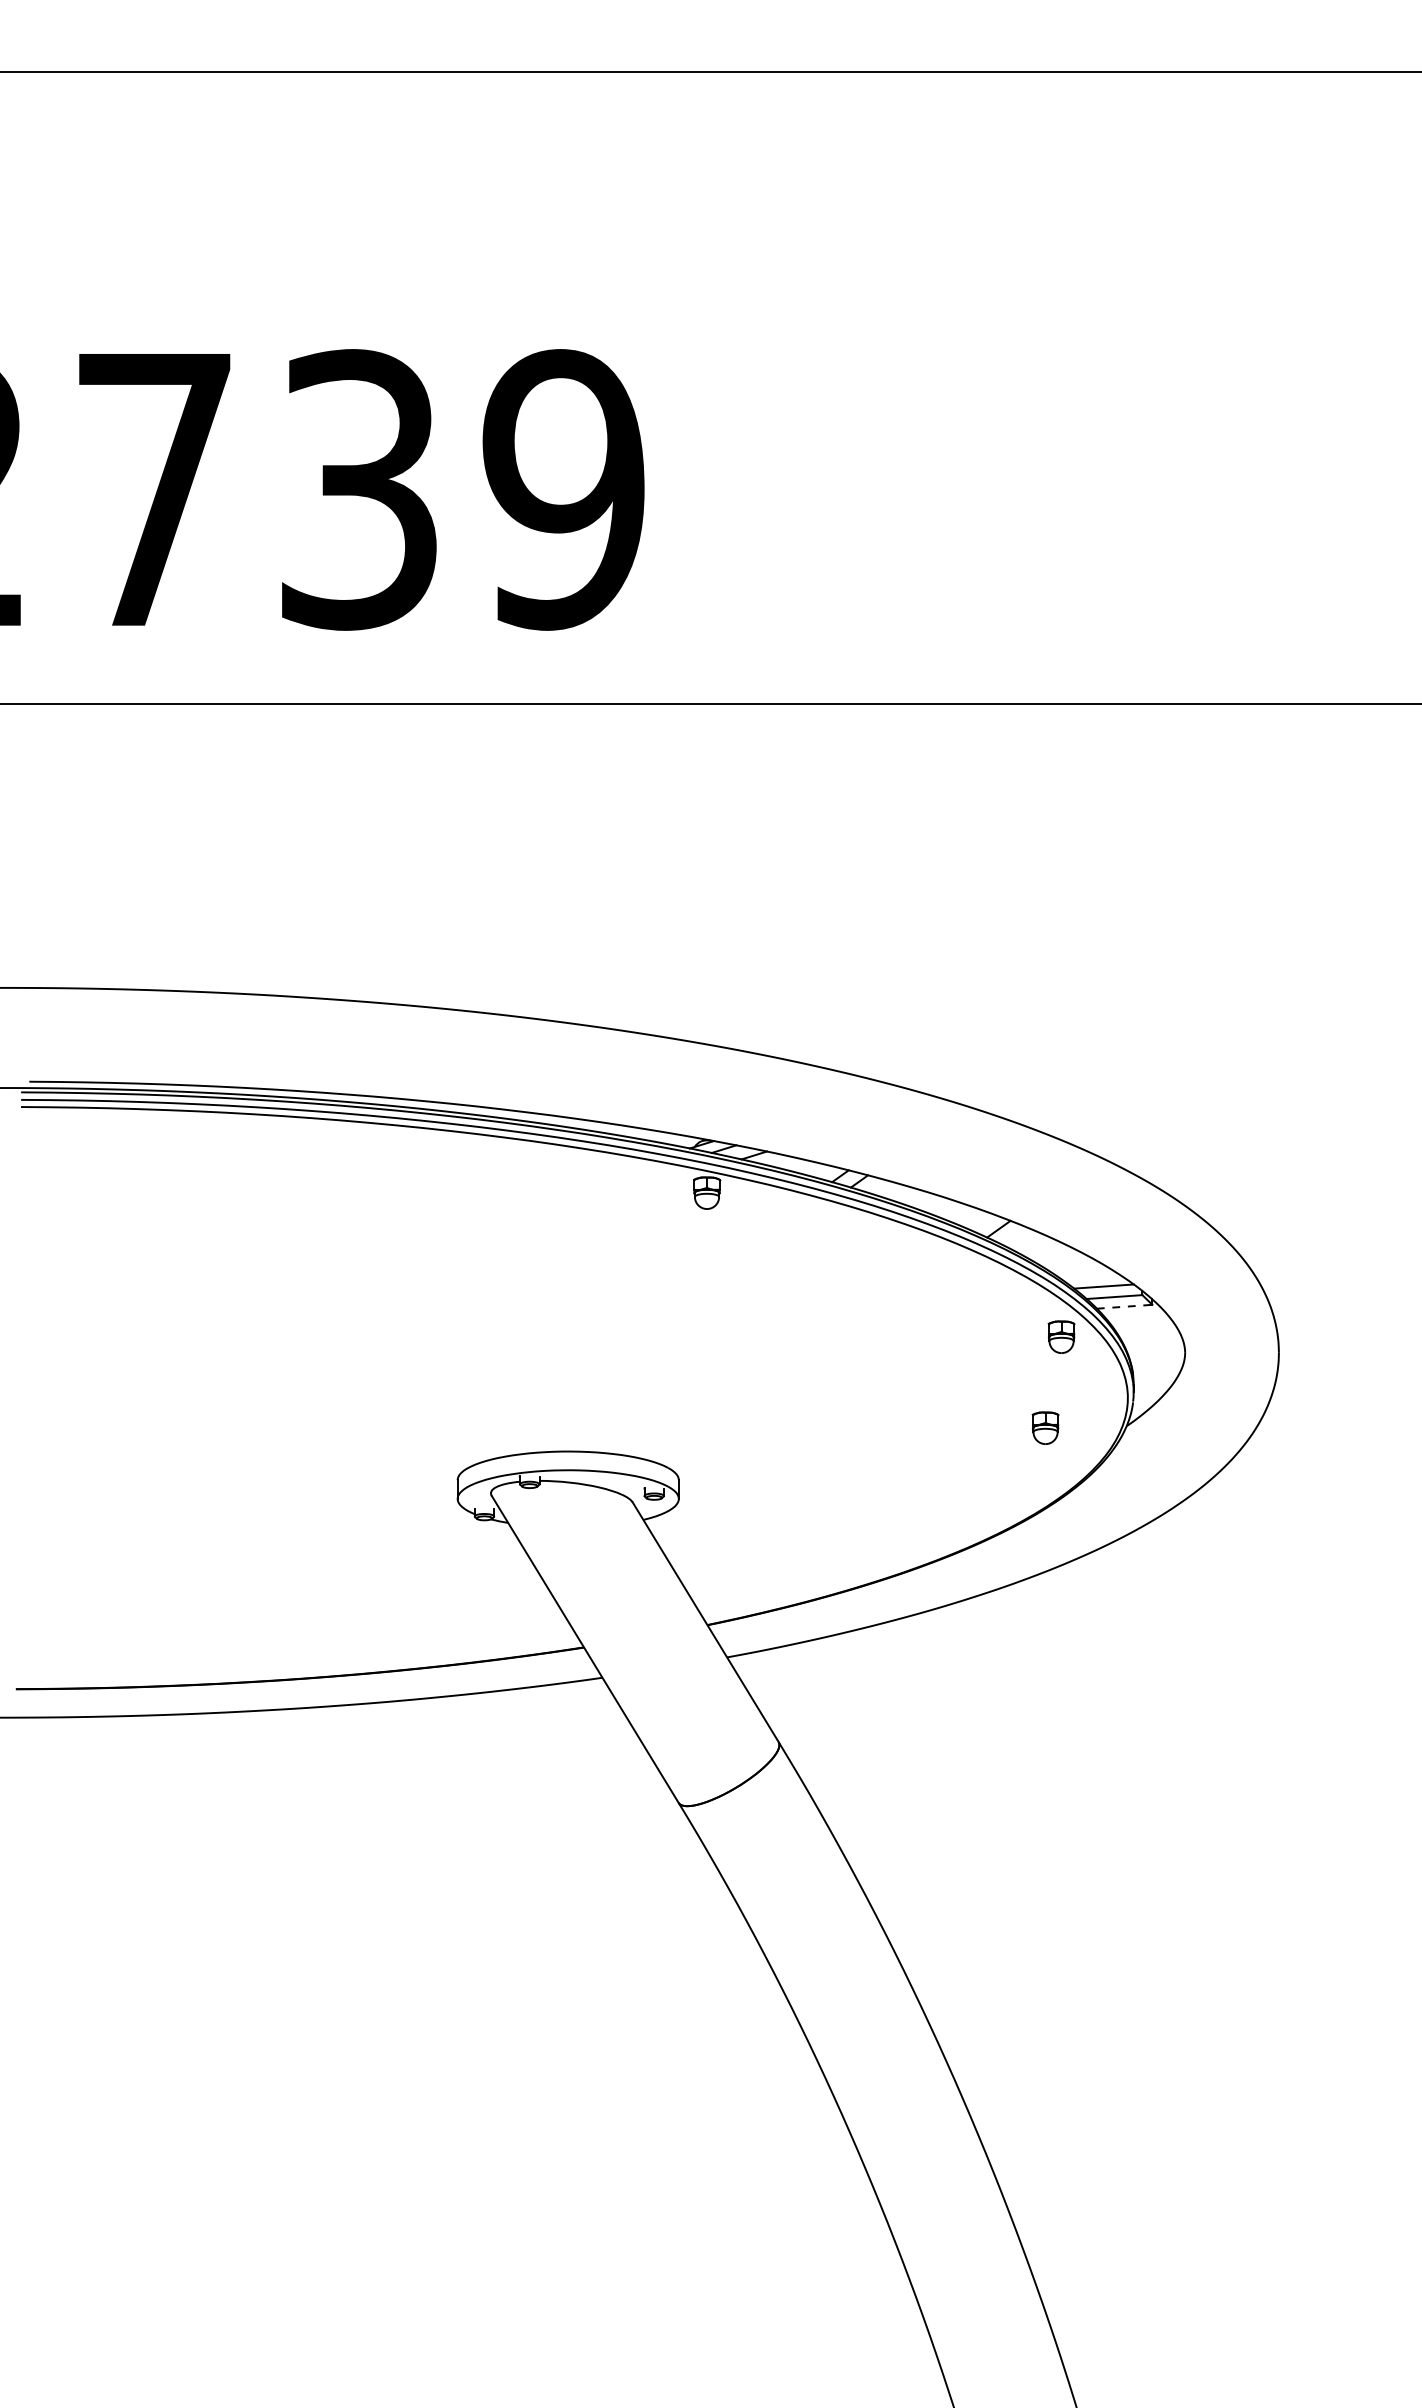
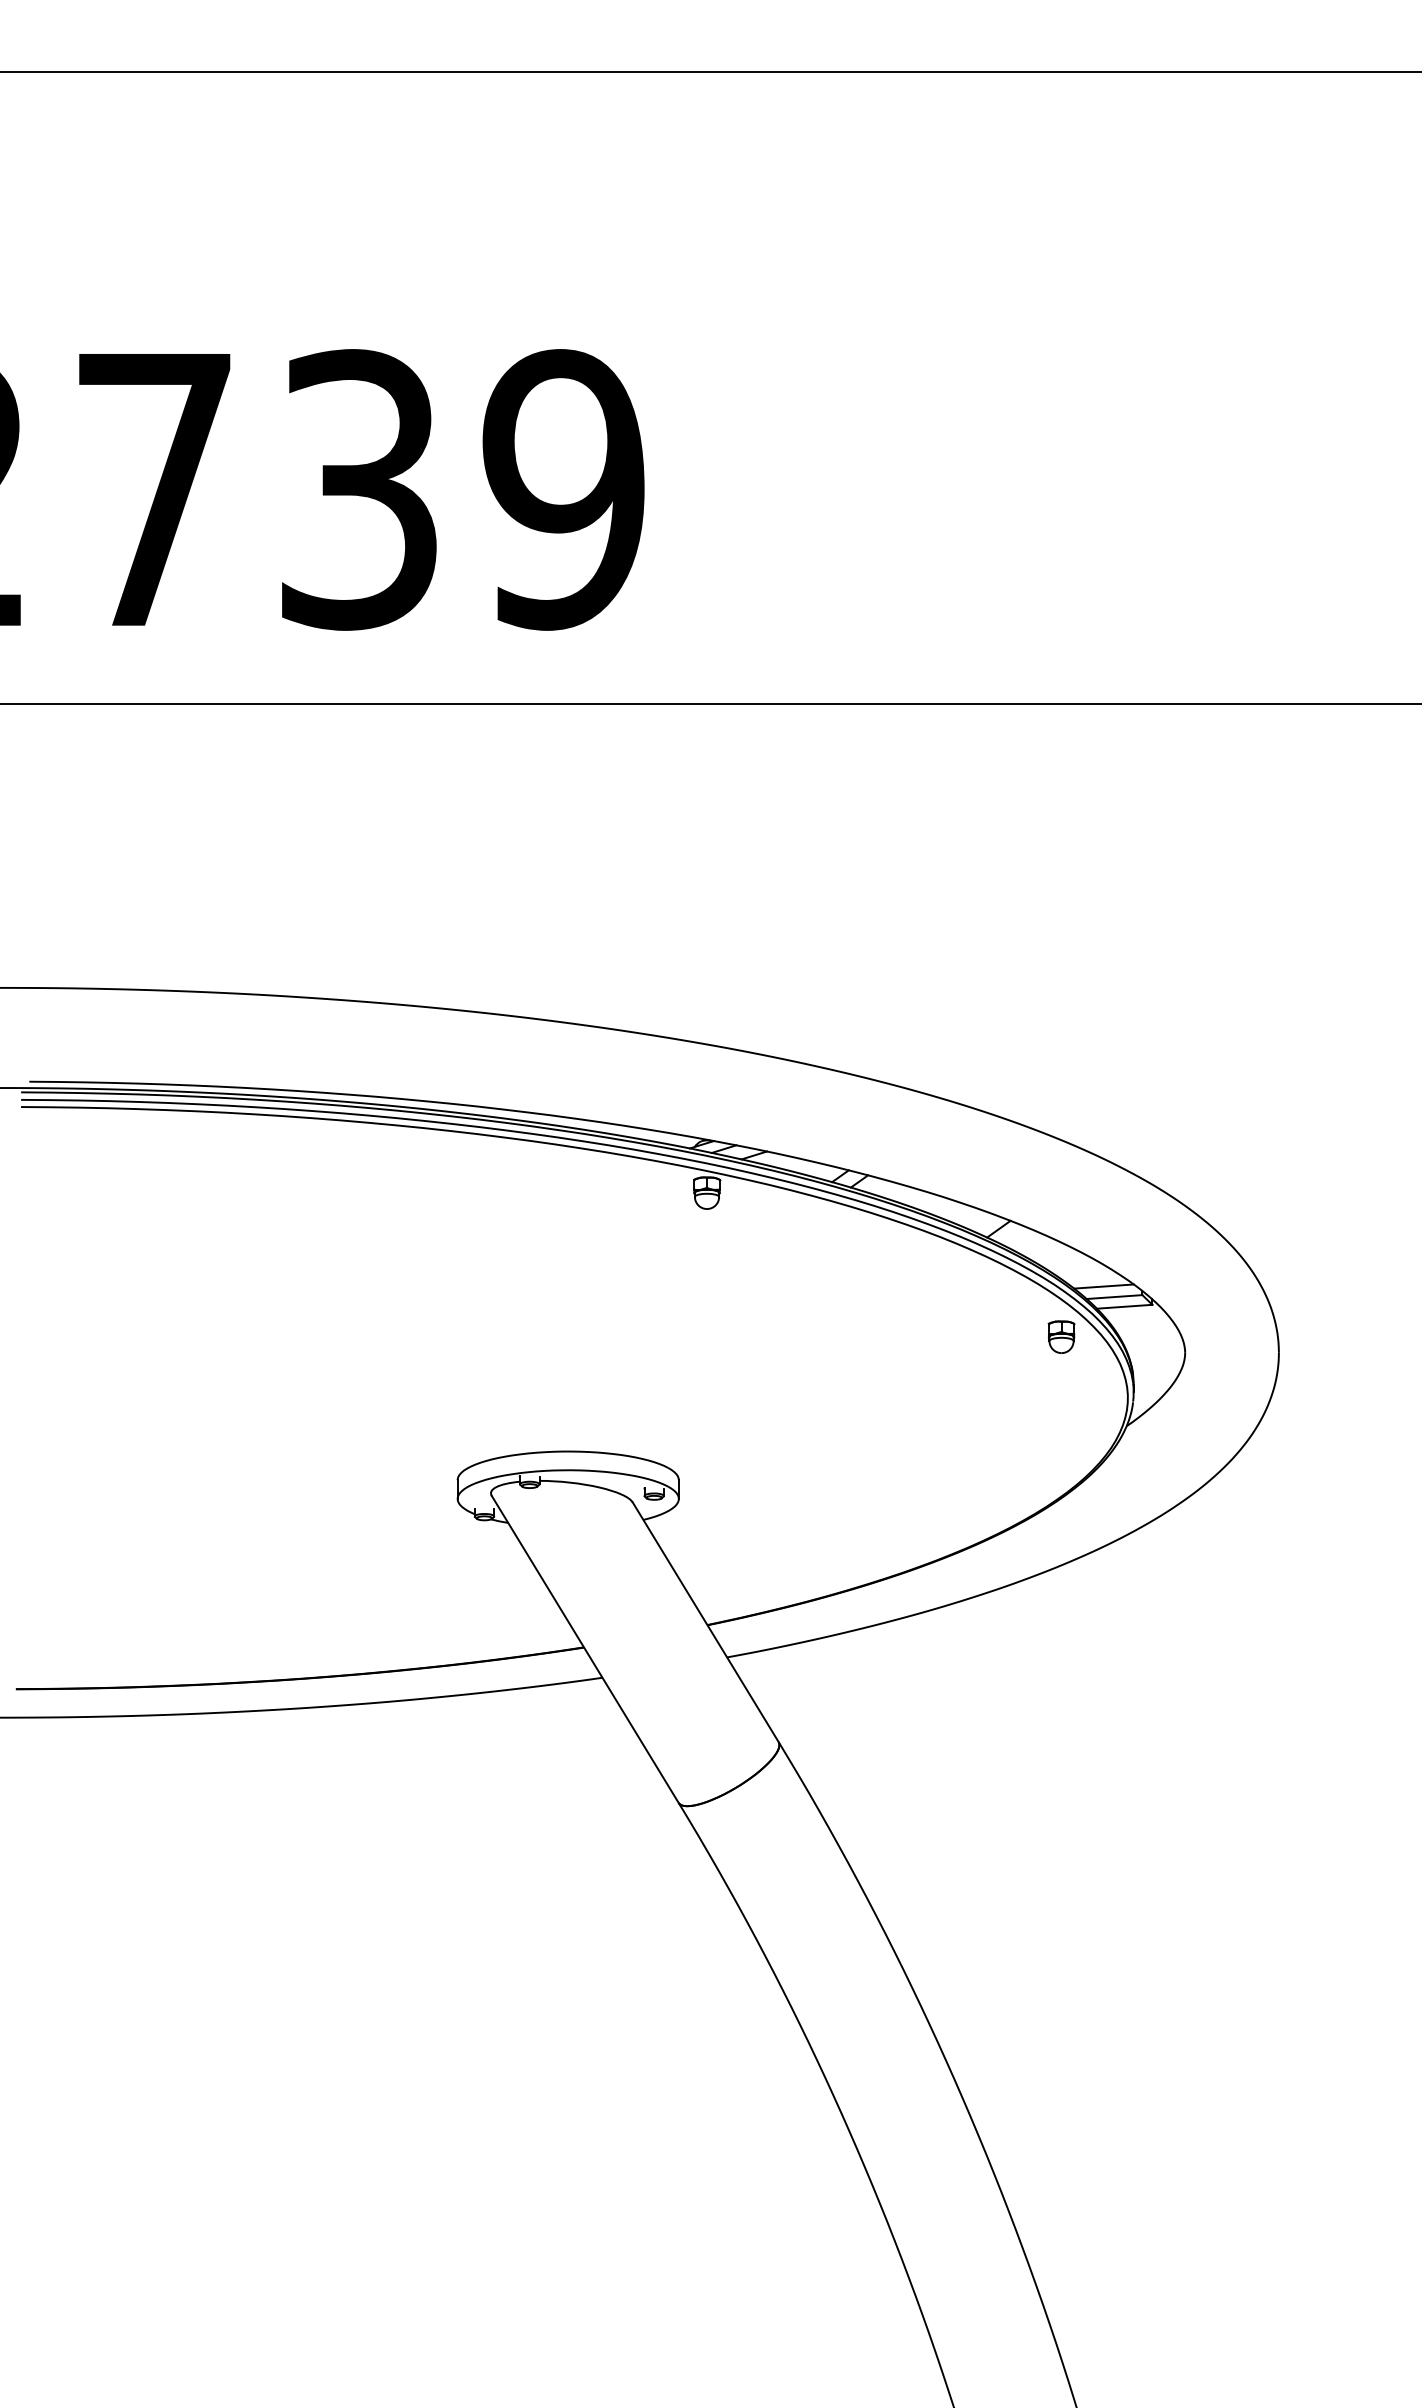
line at (1124, 1306): dashed -> solid
part at (1045, 1427): present -> none
